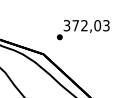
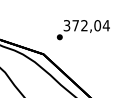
text at (105, 25): 372,03 -> 372,04
